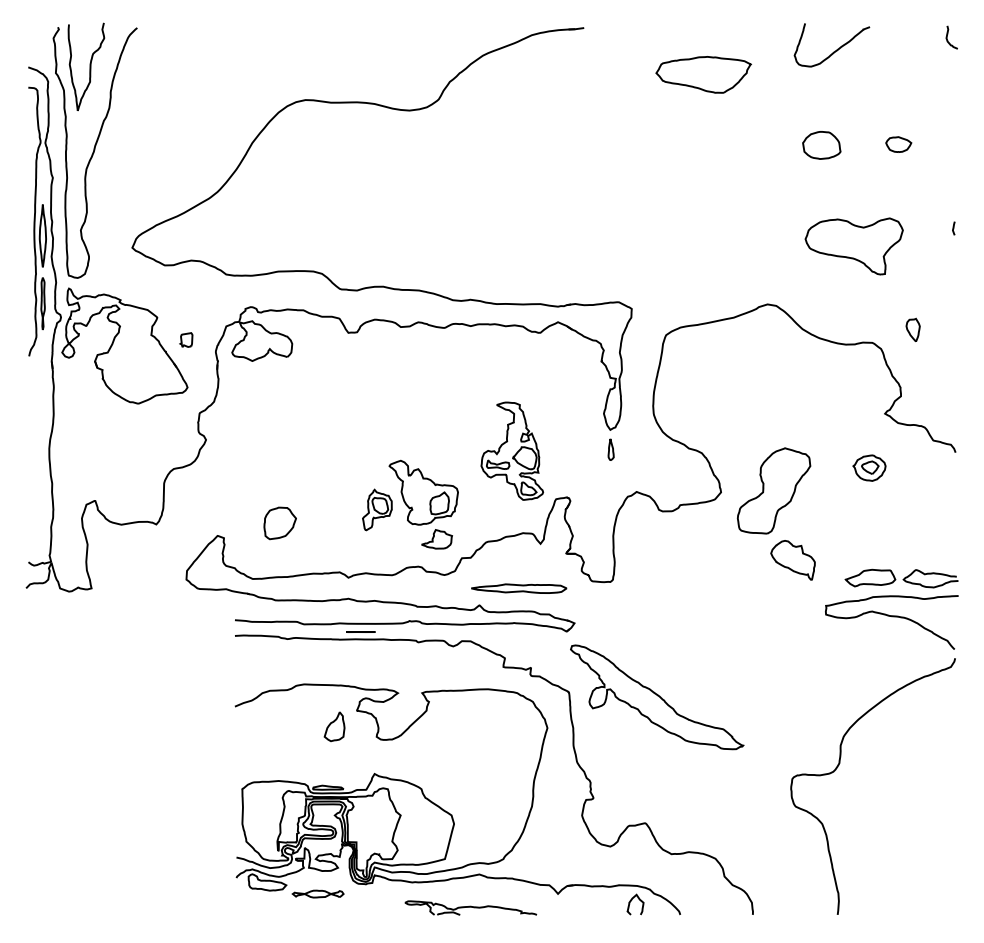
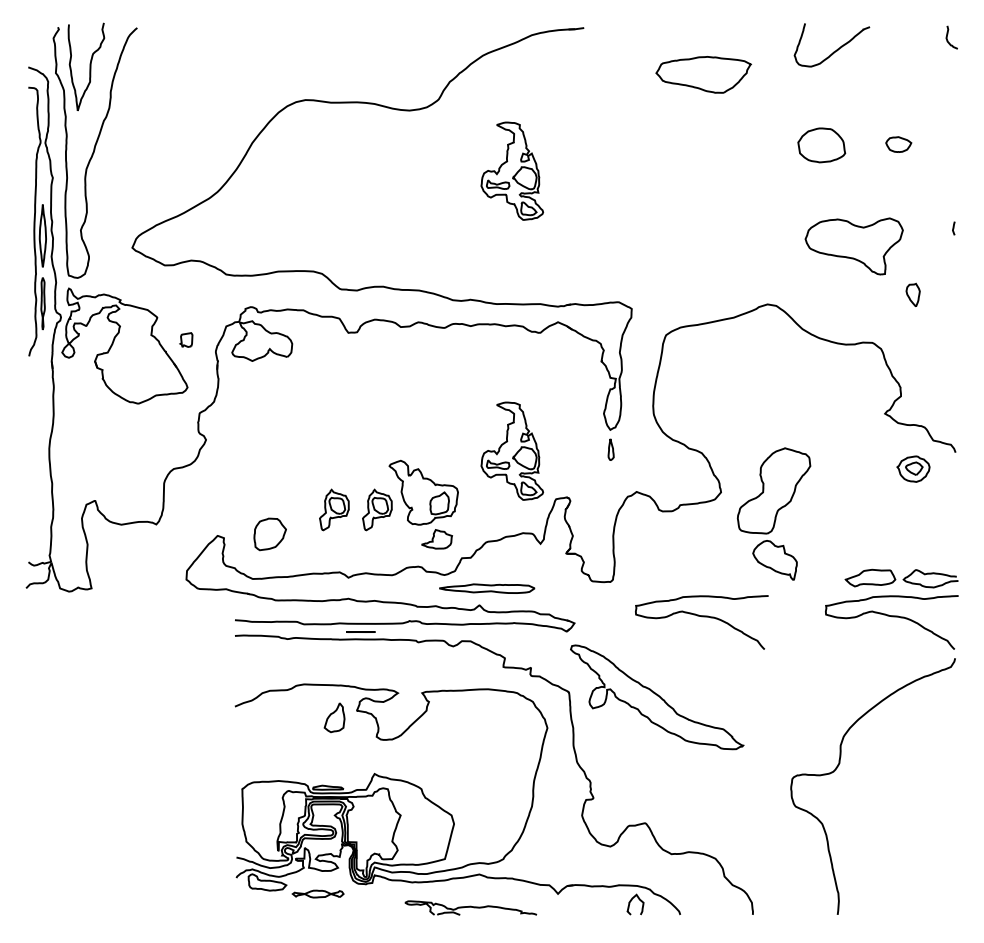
part at (821, 145) size: 40x29 px -> 50x37 px
part at (512, 170): none -> present
part at (912, 329) position: (912, 329) -> (912, 294)
part at (869, 467) position: (869, 467) -> (913, 468)
part at (334, 509): none -> present
part at (279, 523) position: (279, 523) -> (269, 534)
part at (792, 560) position: (792, 560) -> (774, 560)
part at (519, 588) position: (519, 588) -> (487, 588)
curve at (701, 617): none -> present
part at (334, 726) position: (334, 726) -> (334, 717)
